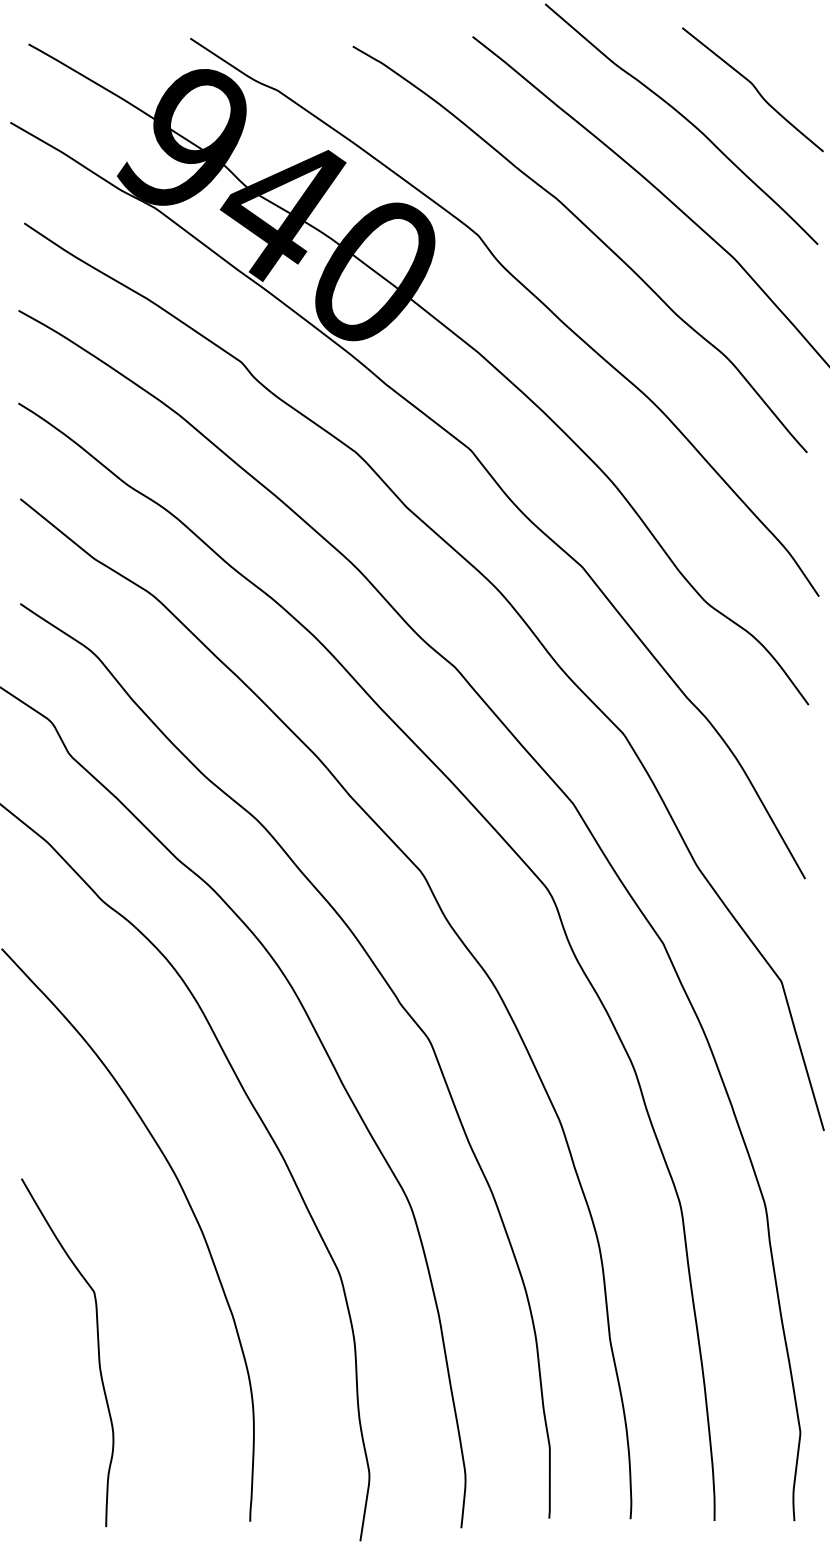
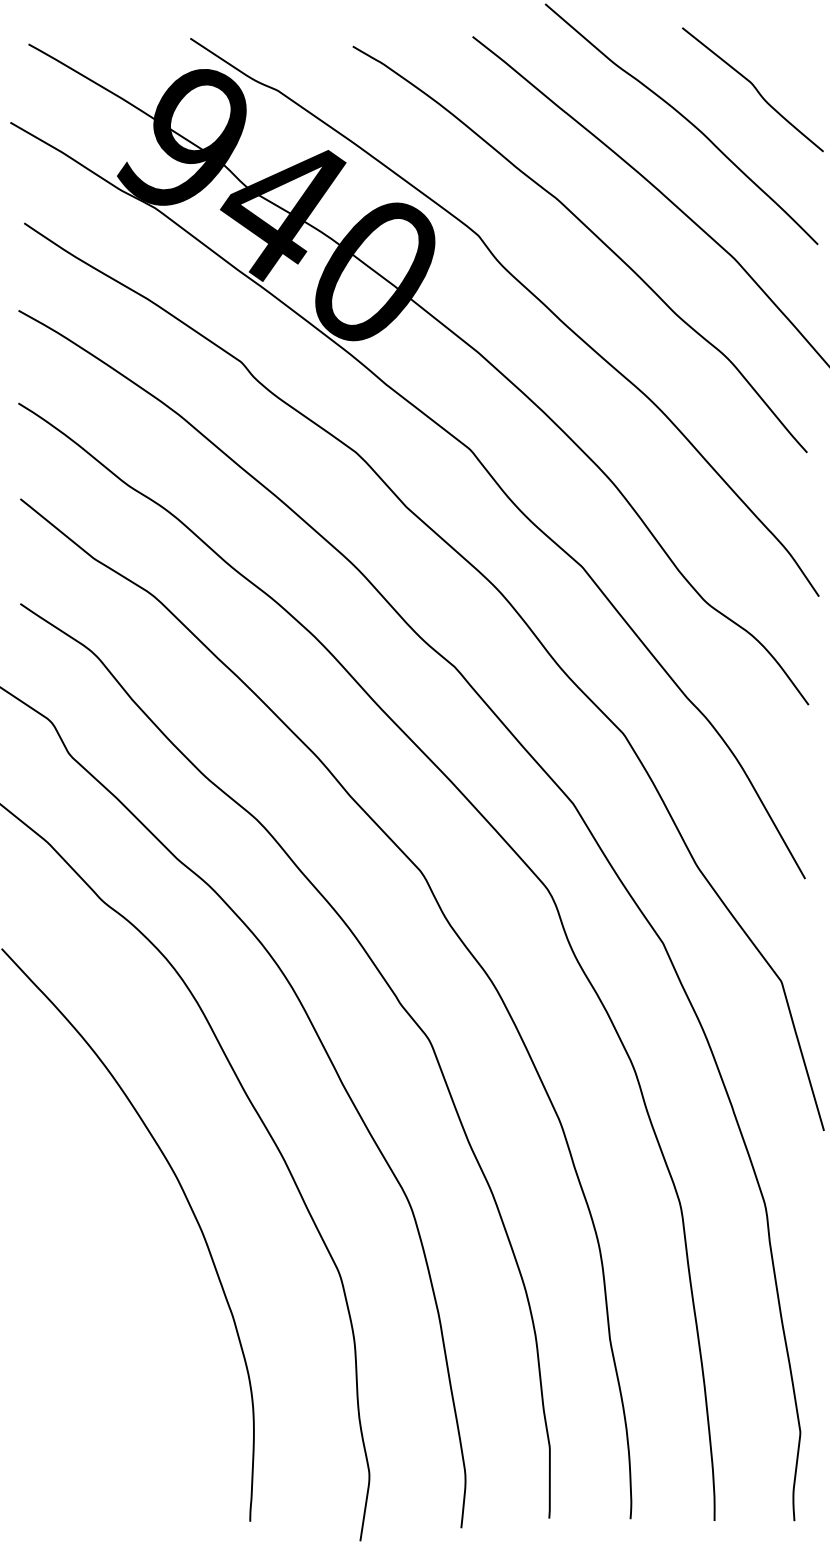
curve at (97, 1350): present -> none
